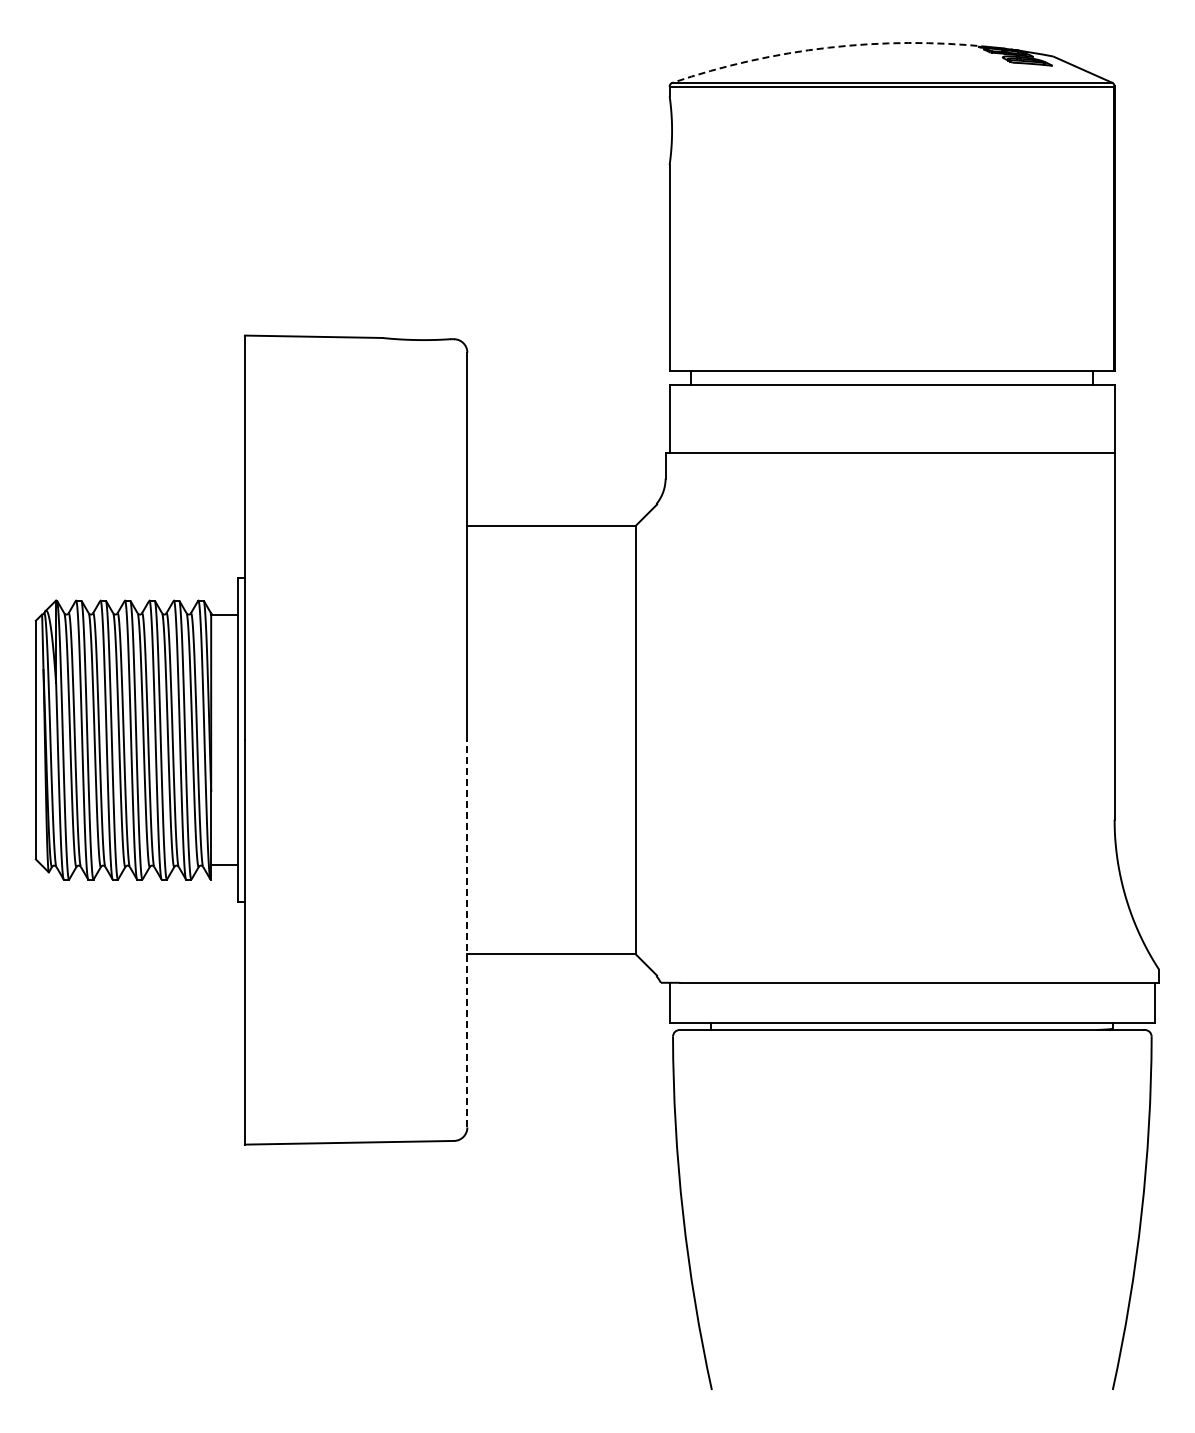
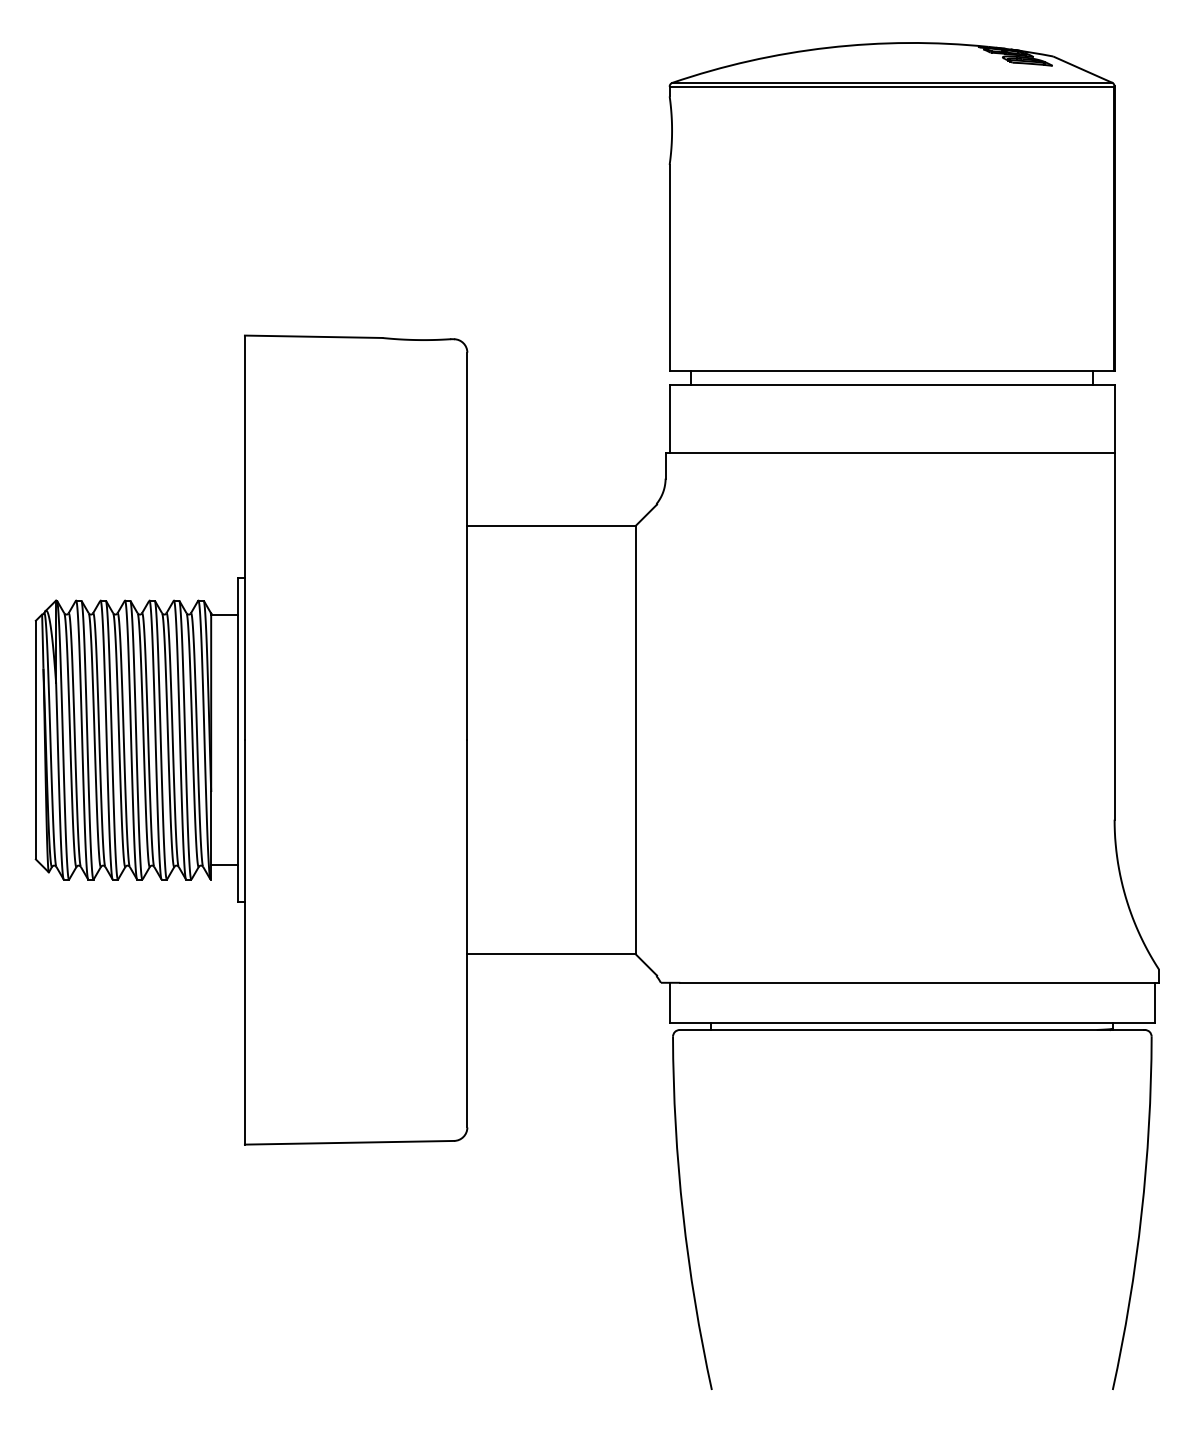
arc at (828, 47): dashed -> solid
line at (467, 933): dashed -> solid
